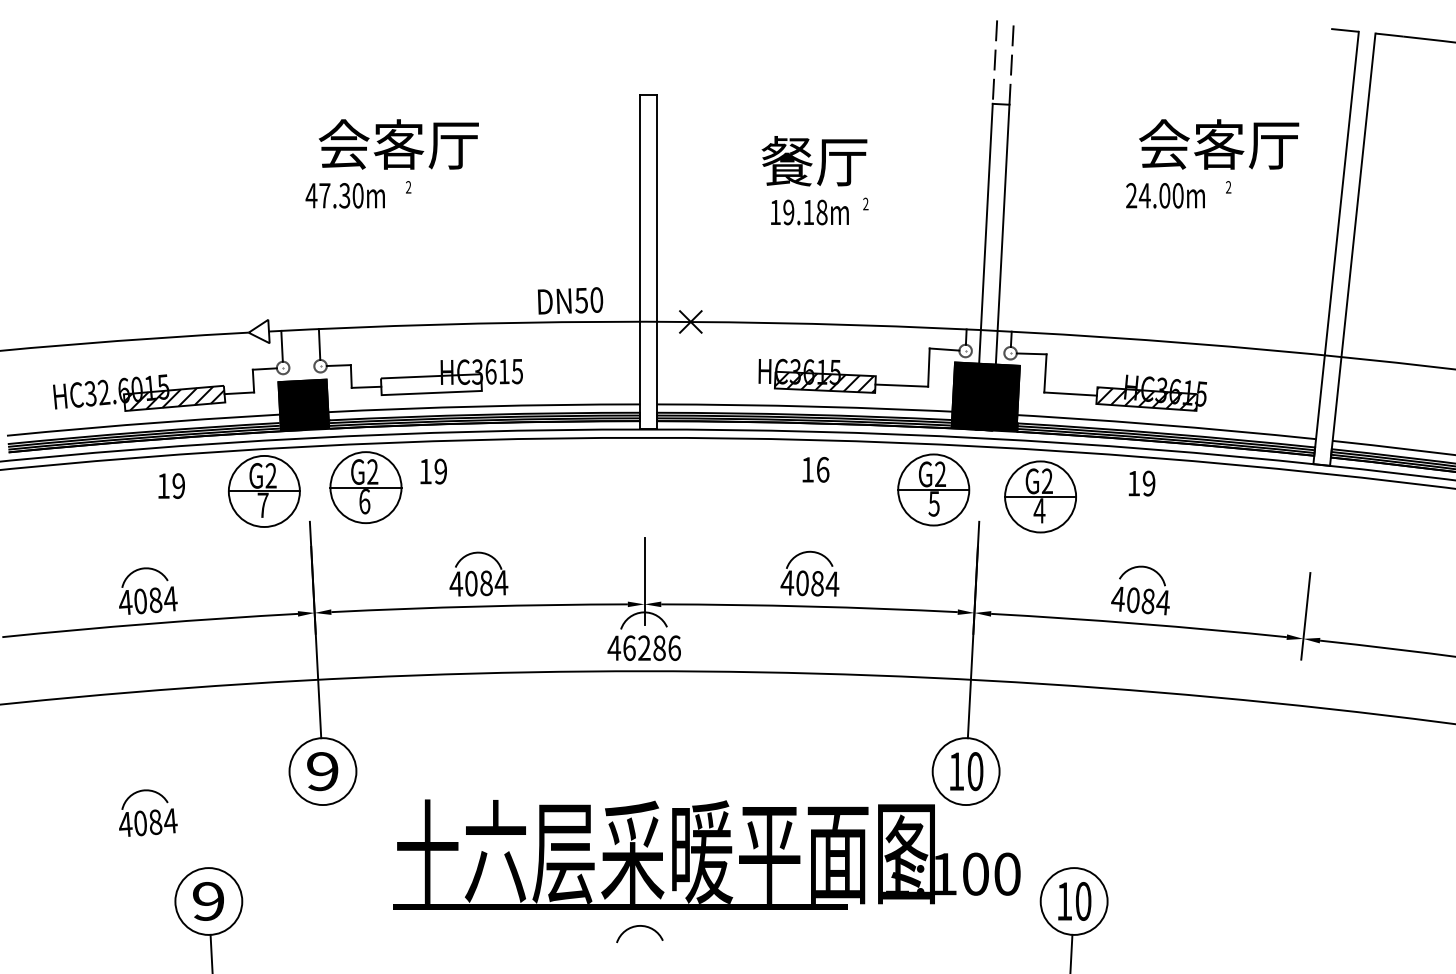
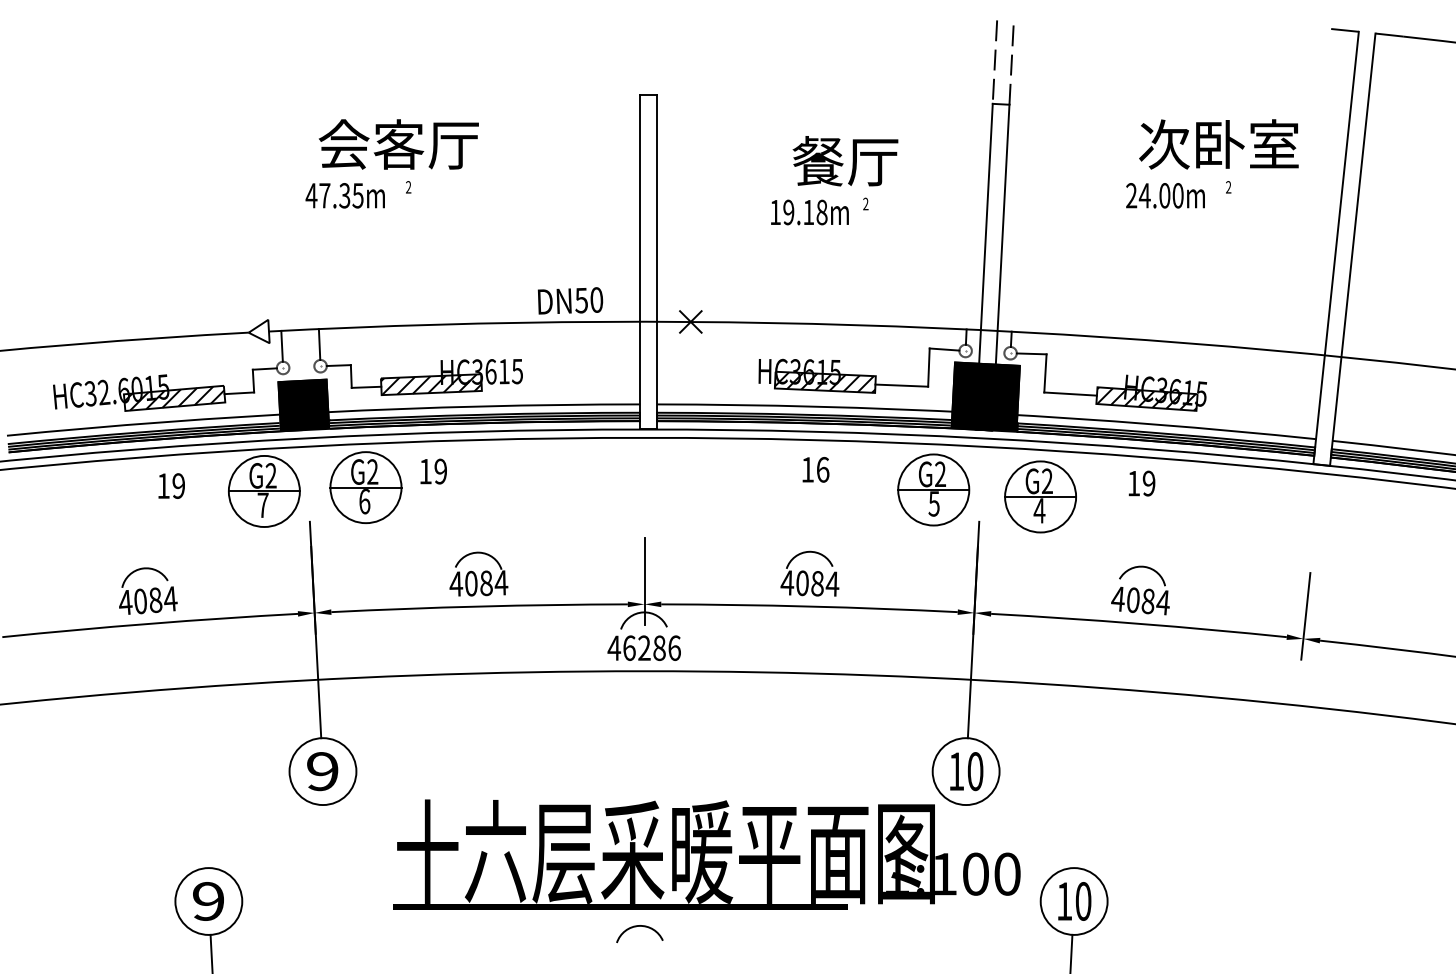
text at (1219, 144): 会客厅 -> 次卧室
text at (814, 161) position: (814, 161) -> (845, 161)
text at (357, 195): 47.30m -> 47.35m
hatch at (431, 384): none -> present
part at (148, 812): present -> none
